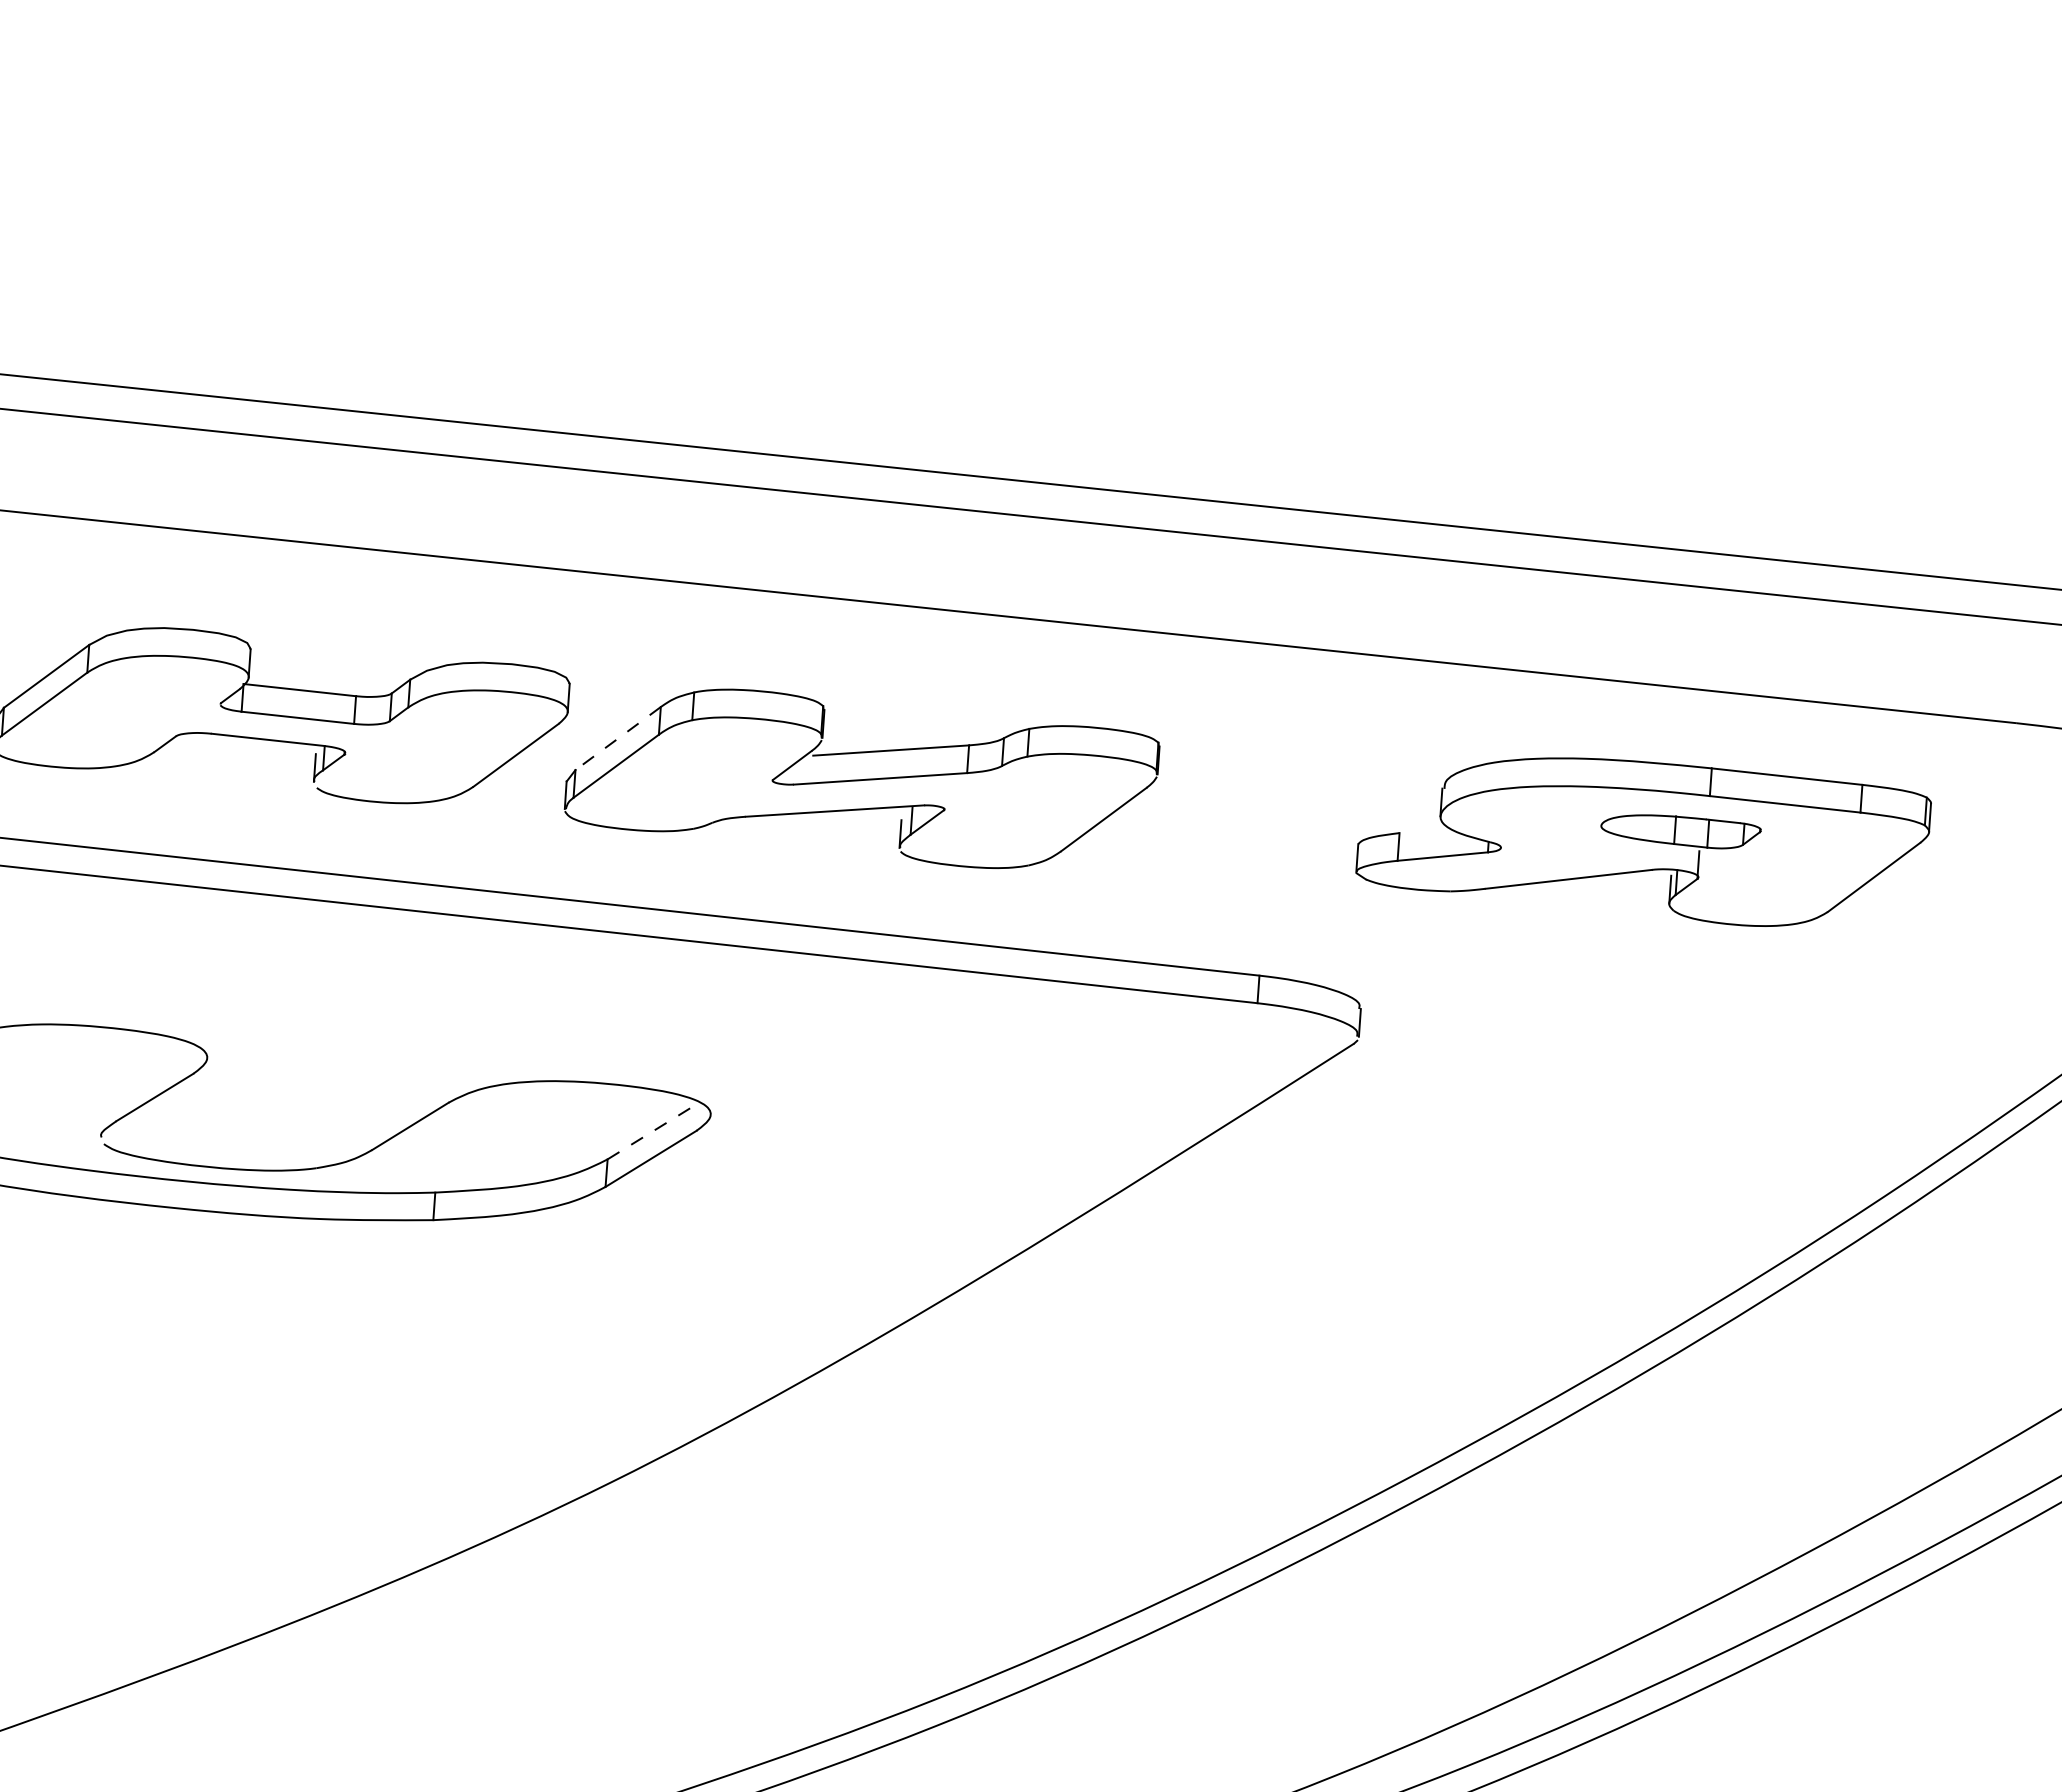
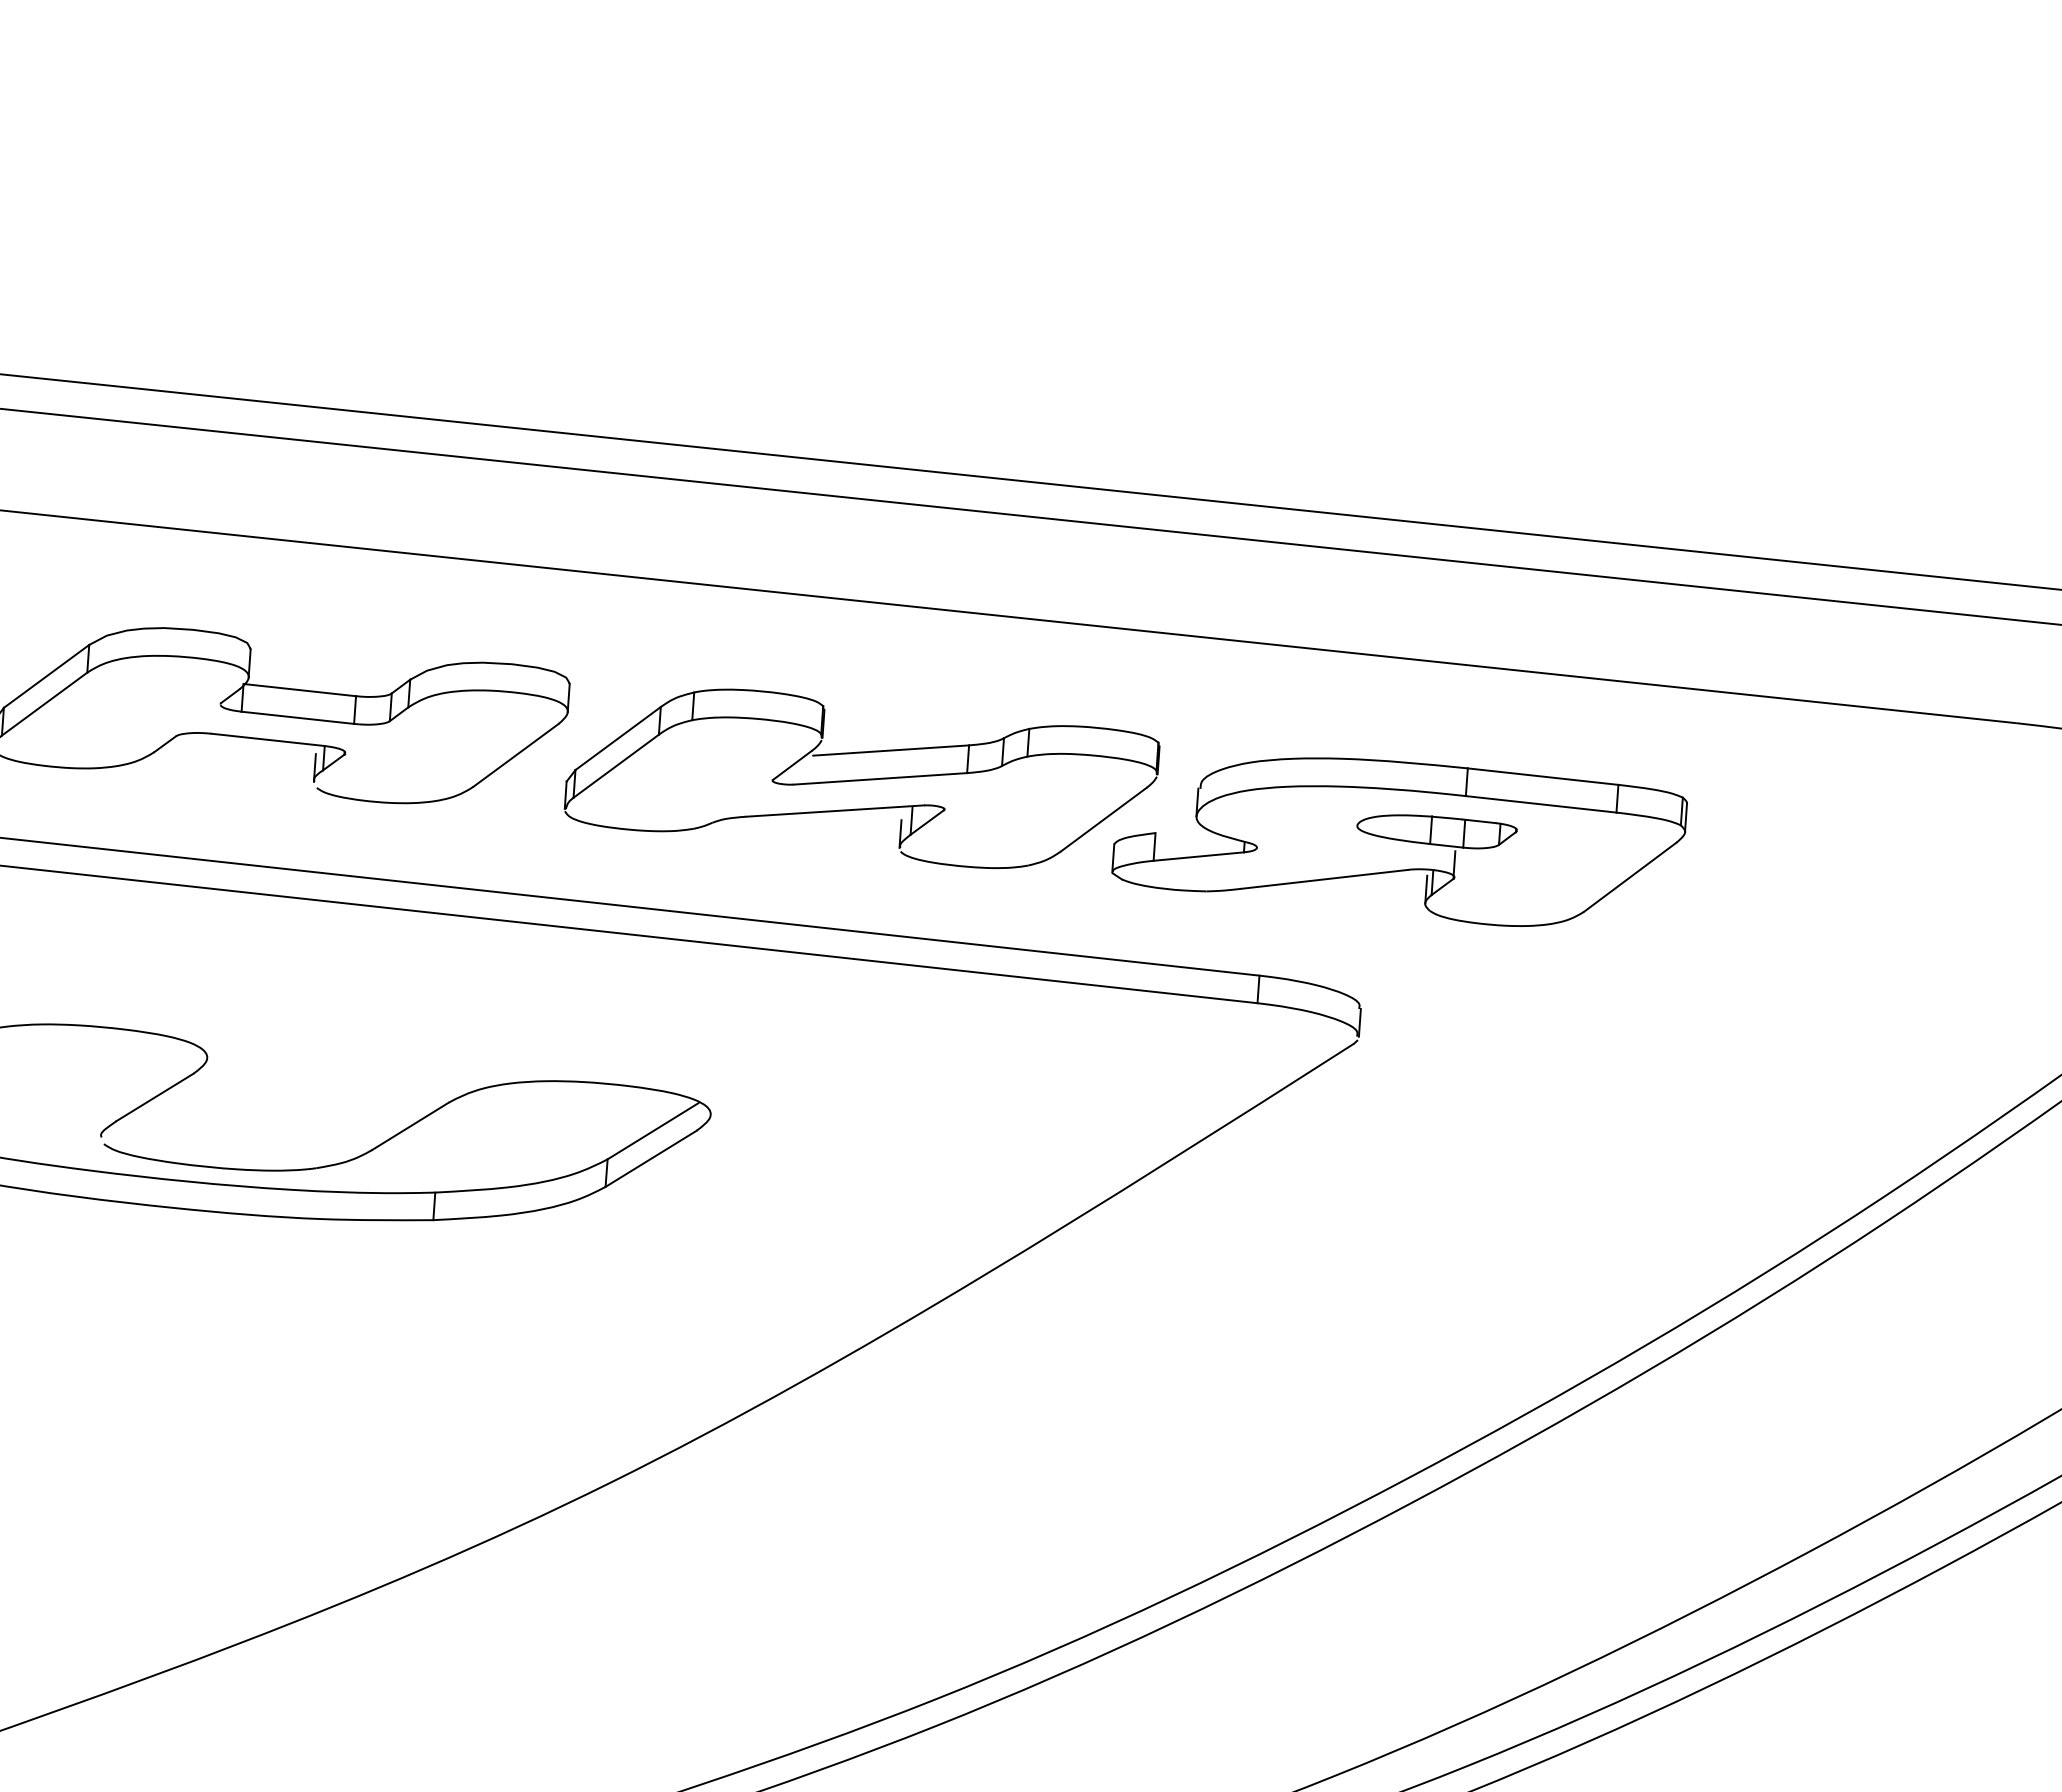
line at (617, 738): dashed -> solid
part at (1643, 841) position: (1643, 841) -> (1399, 841)
line at (653, 1131): dashed -> solid
